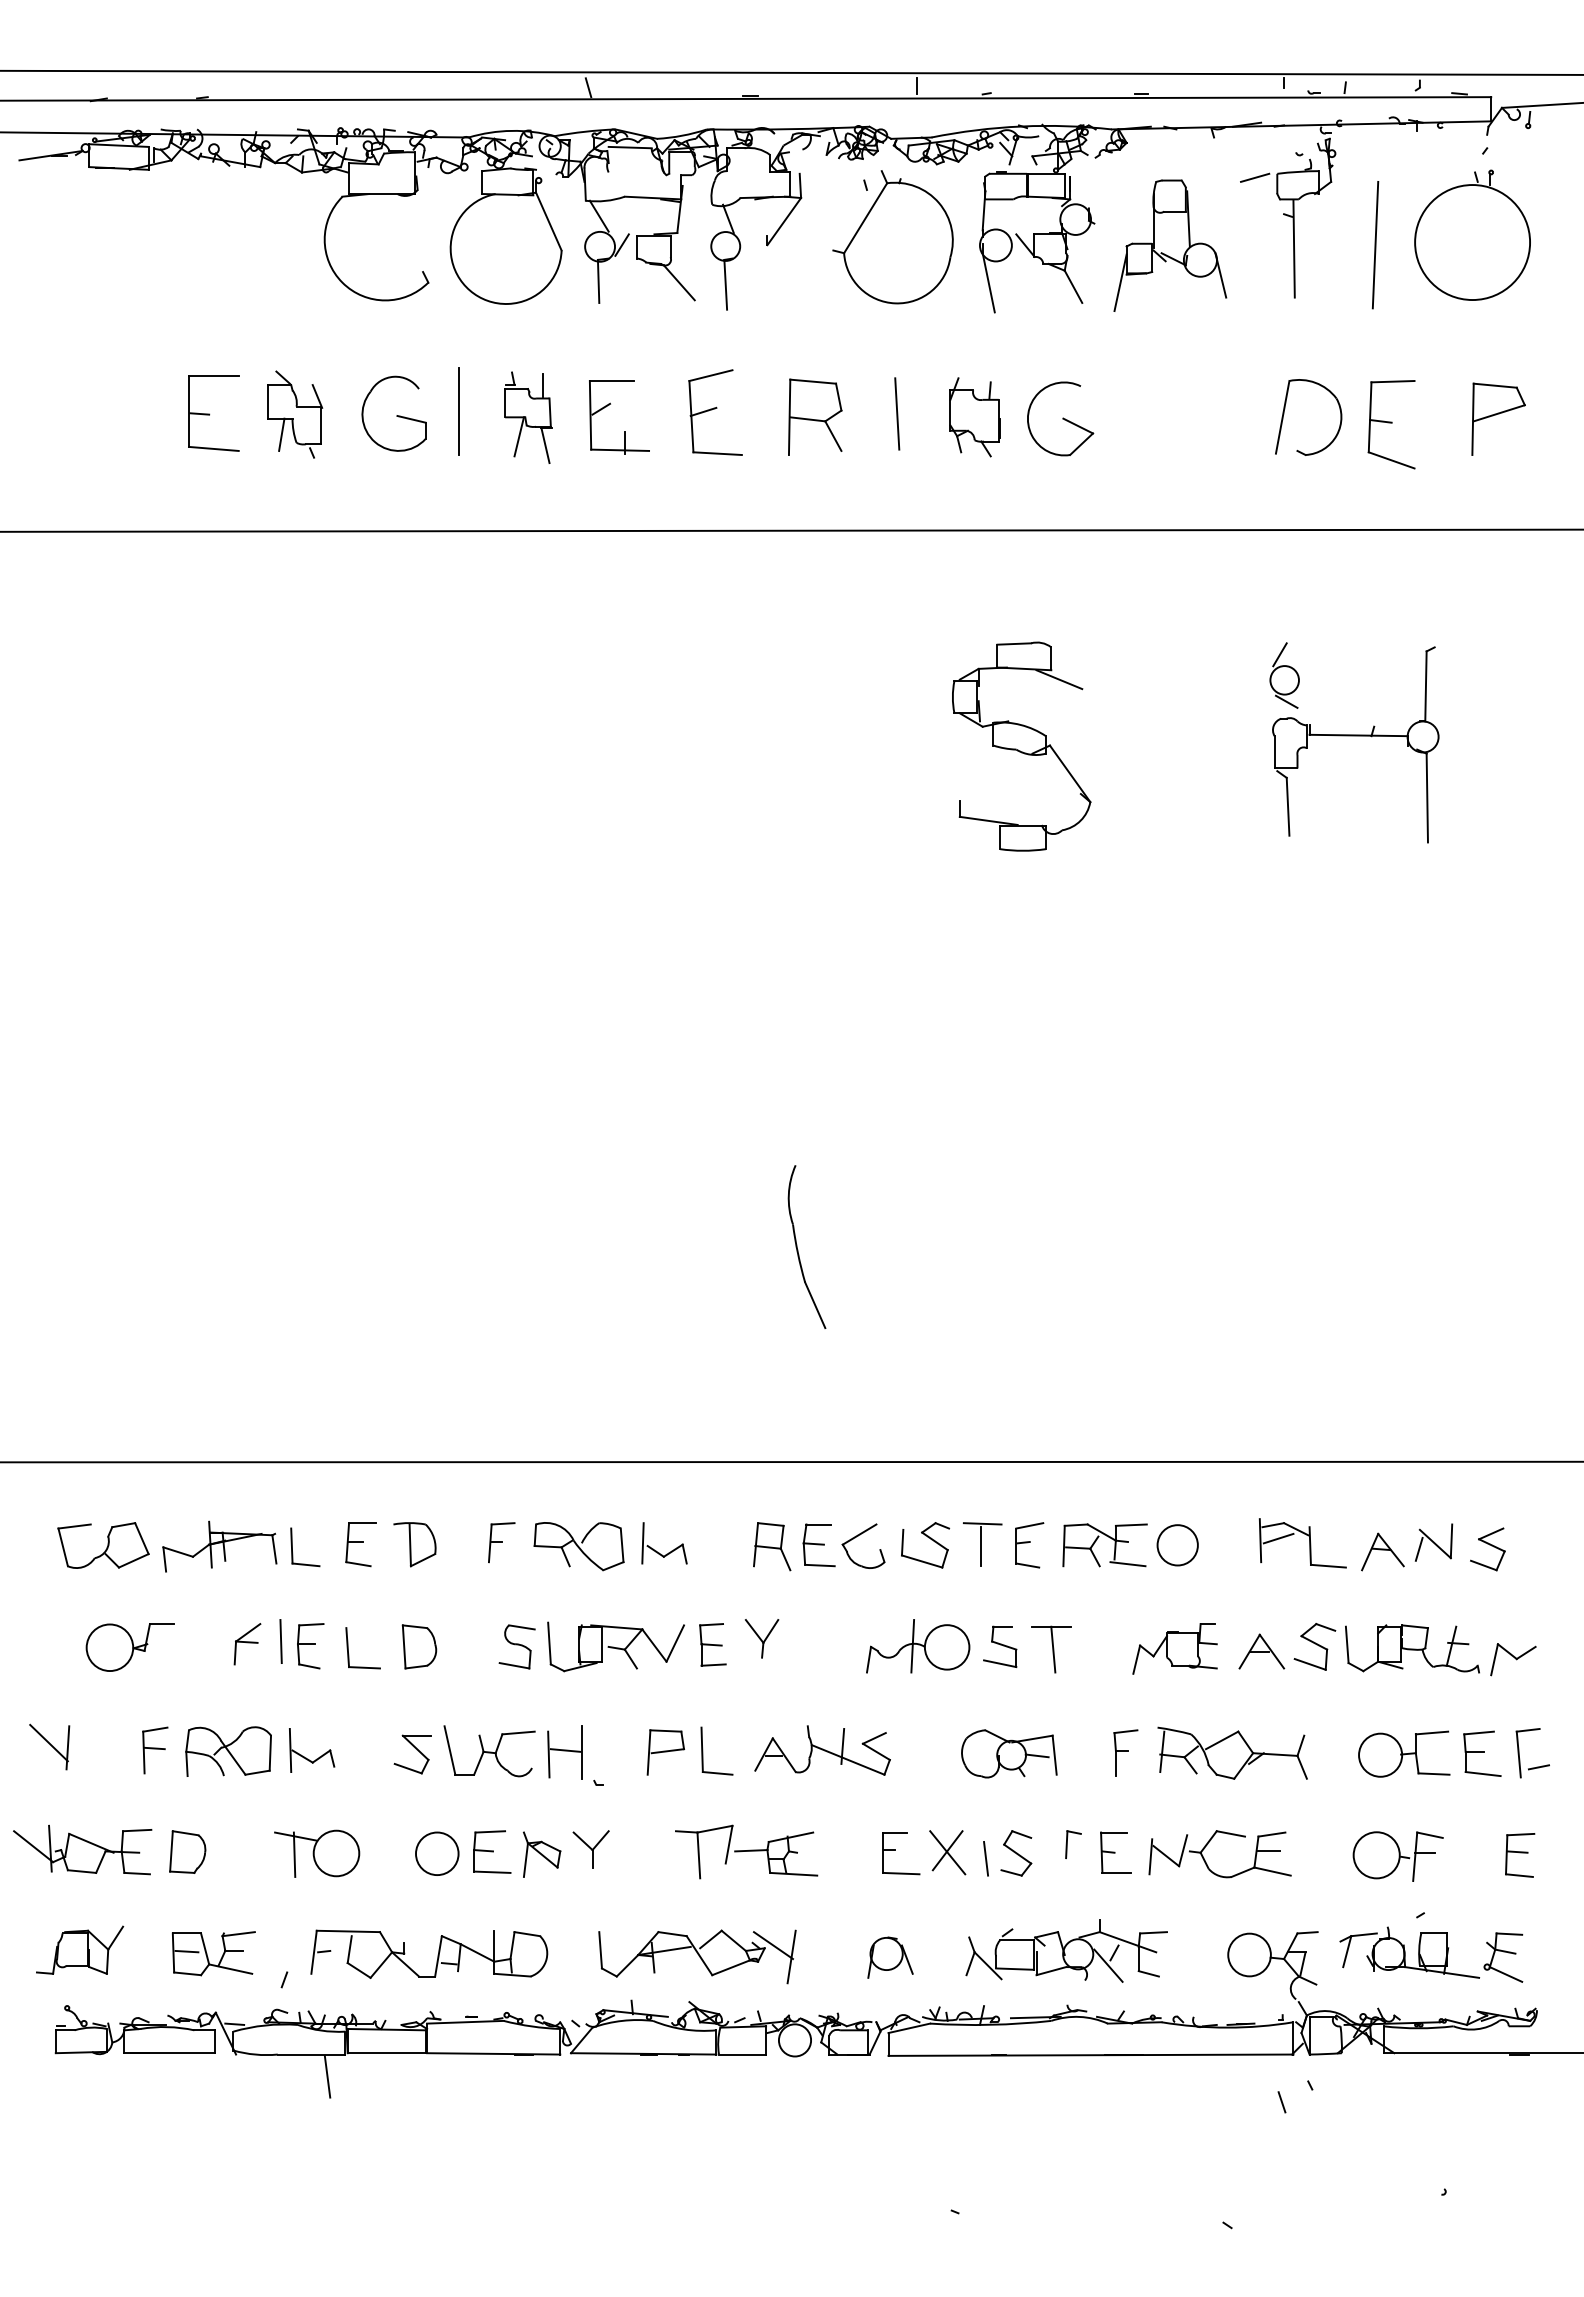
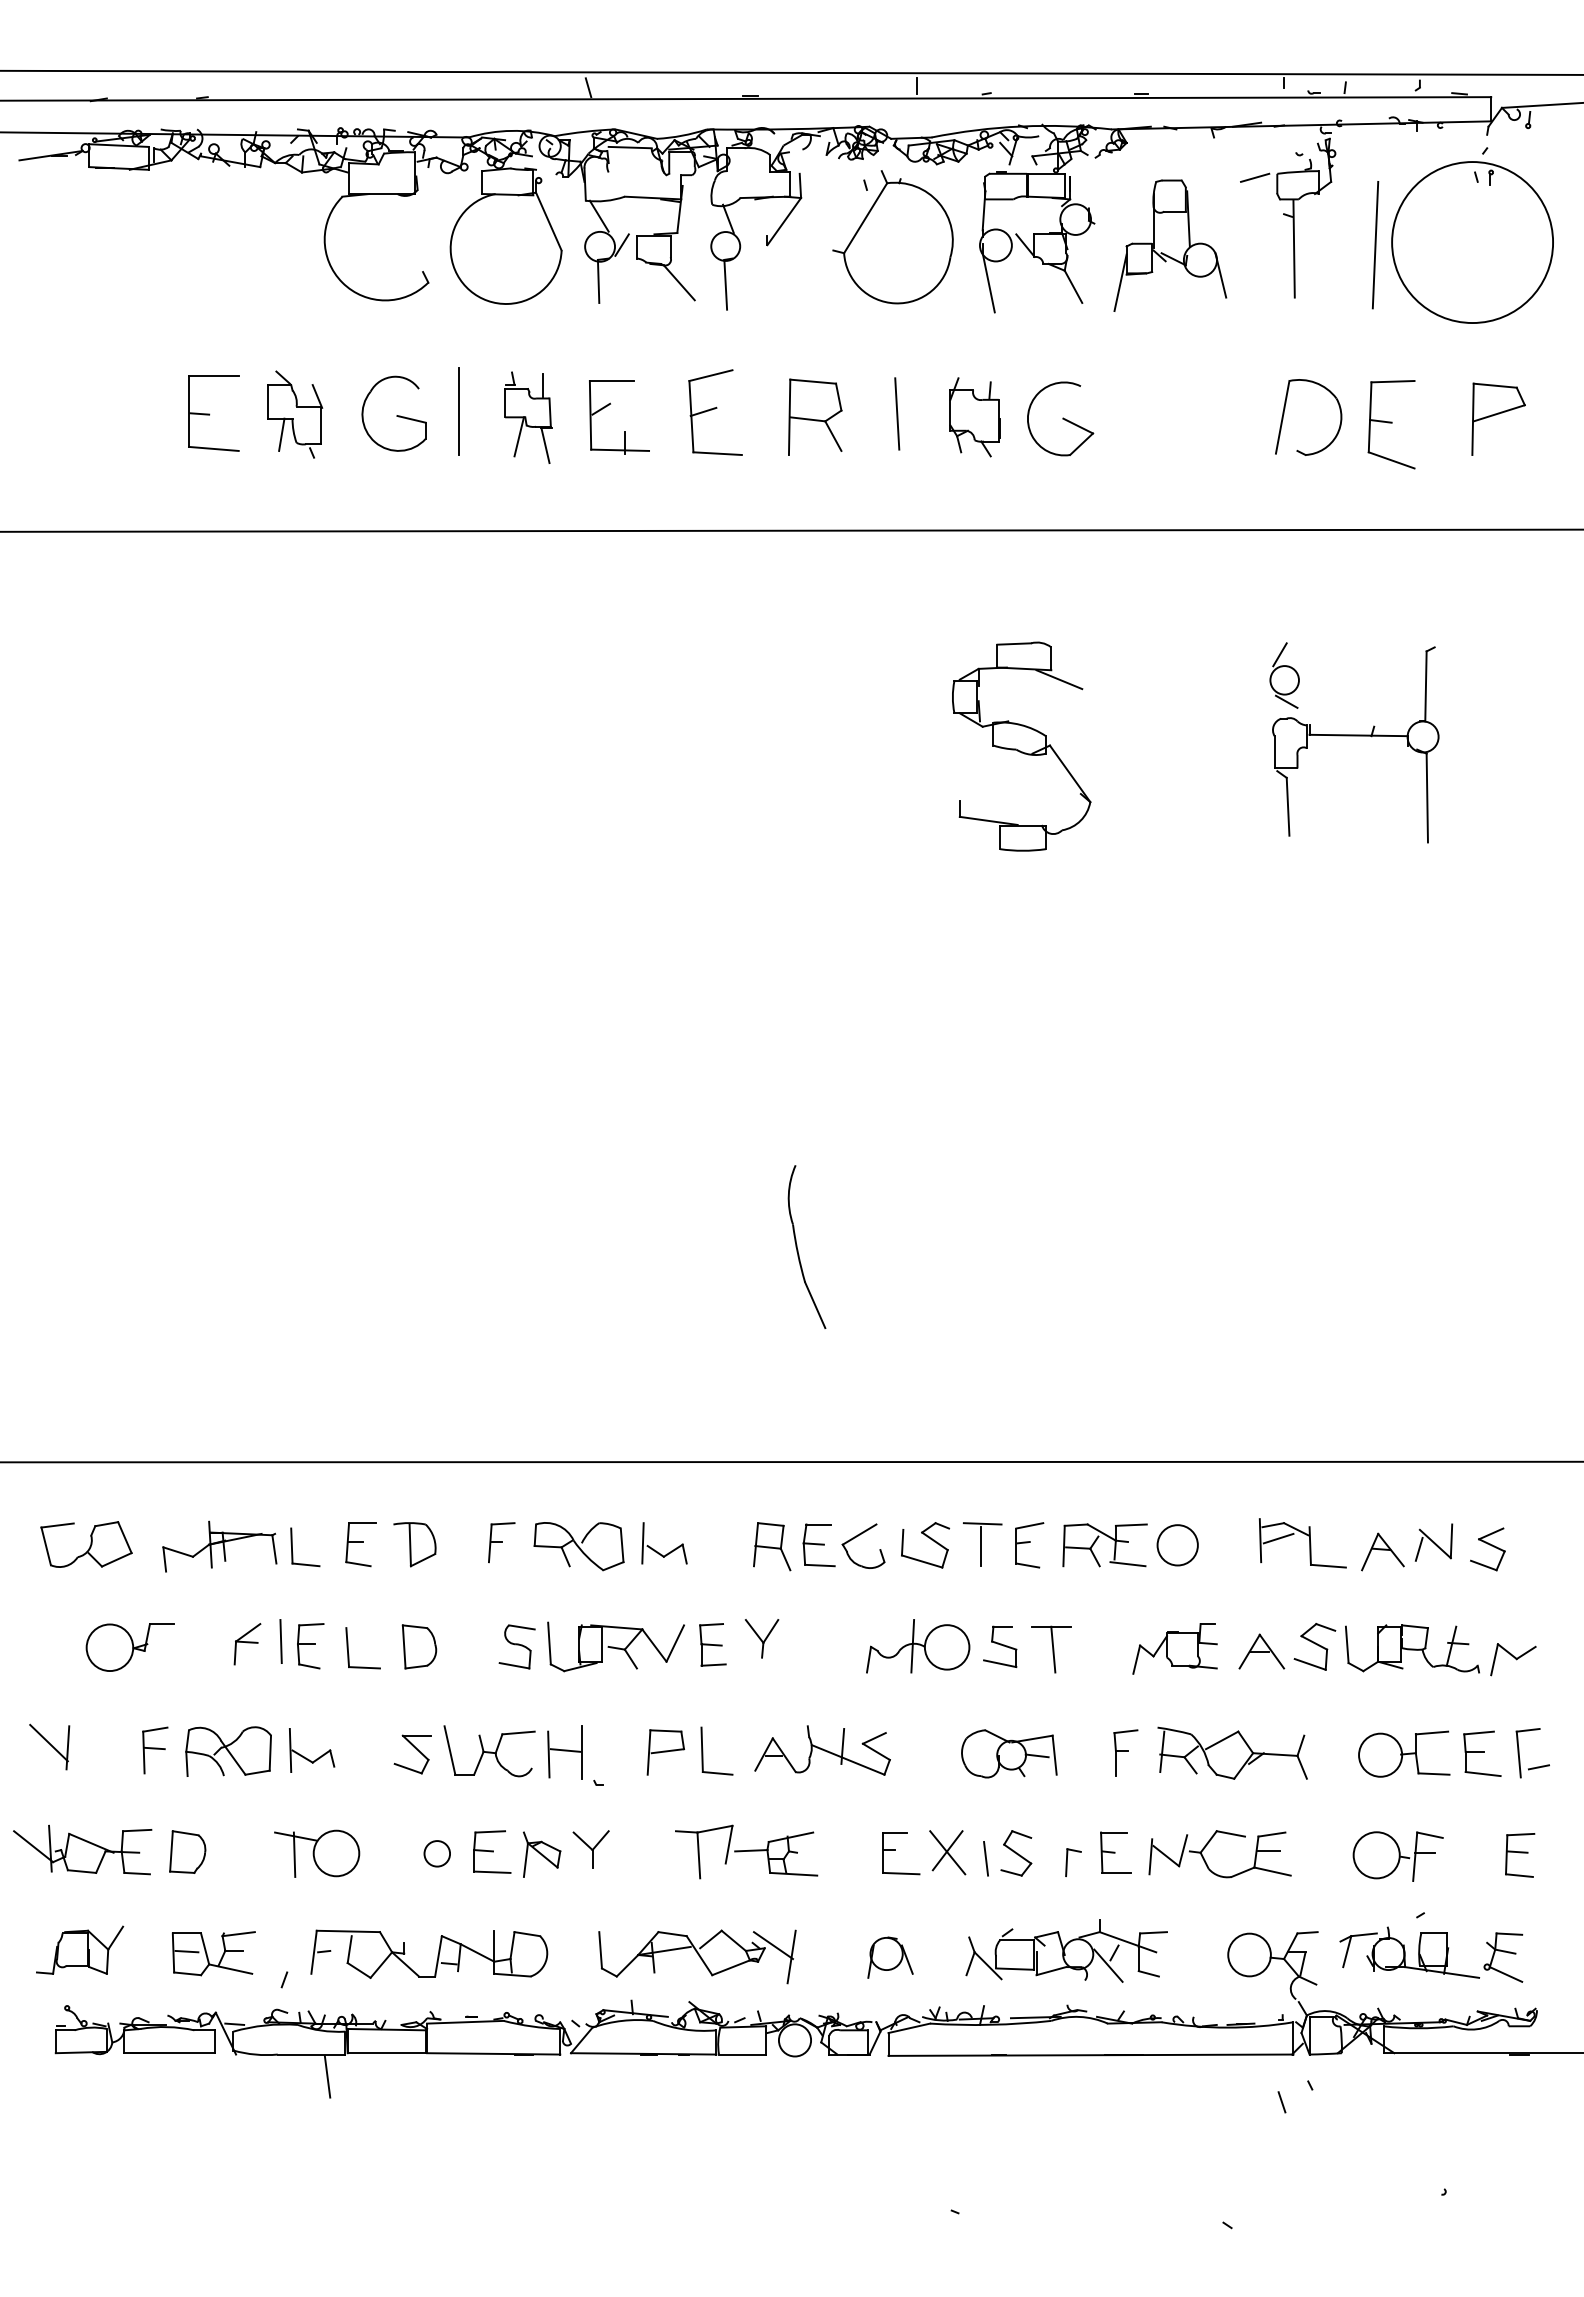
circle at (1472, 242) diameter: 115 px -> 161 px
part at (103, 1545) position: (103, 1545) -> (86, 1544)
part at (1073, 1844) position: (1073, 1844) -> (1073, 1862)
circle at (437, 1853) diameter: 43 px -> 26 px
